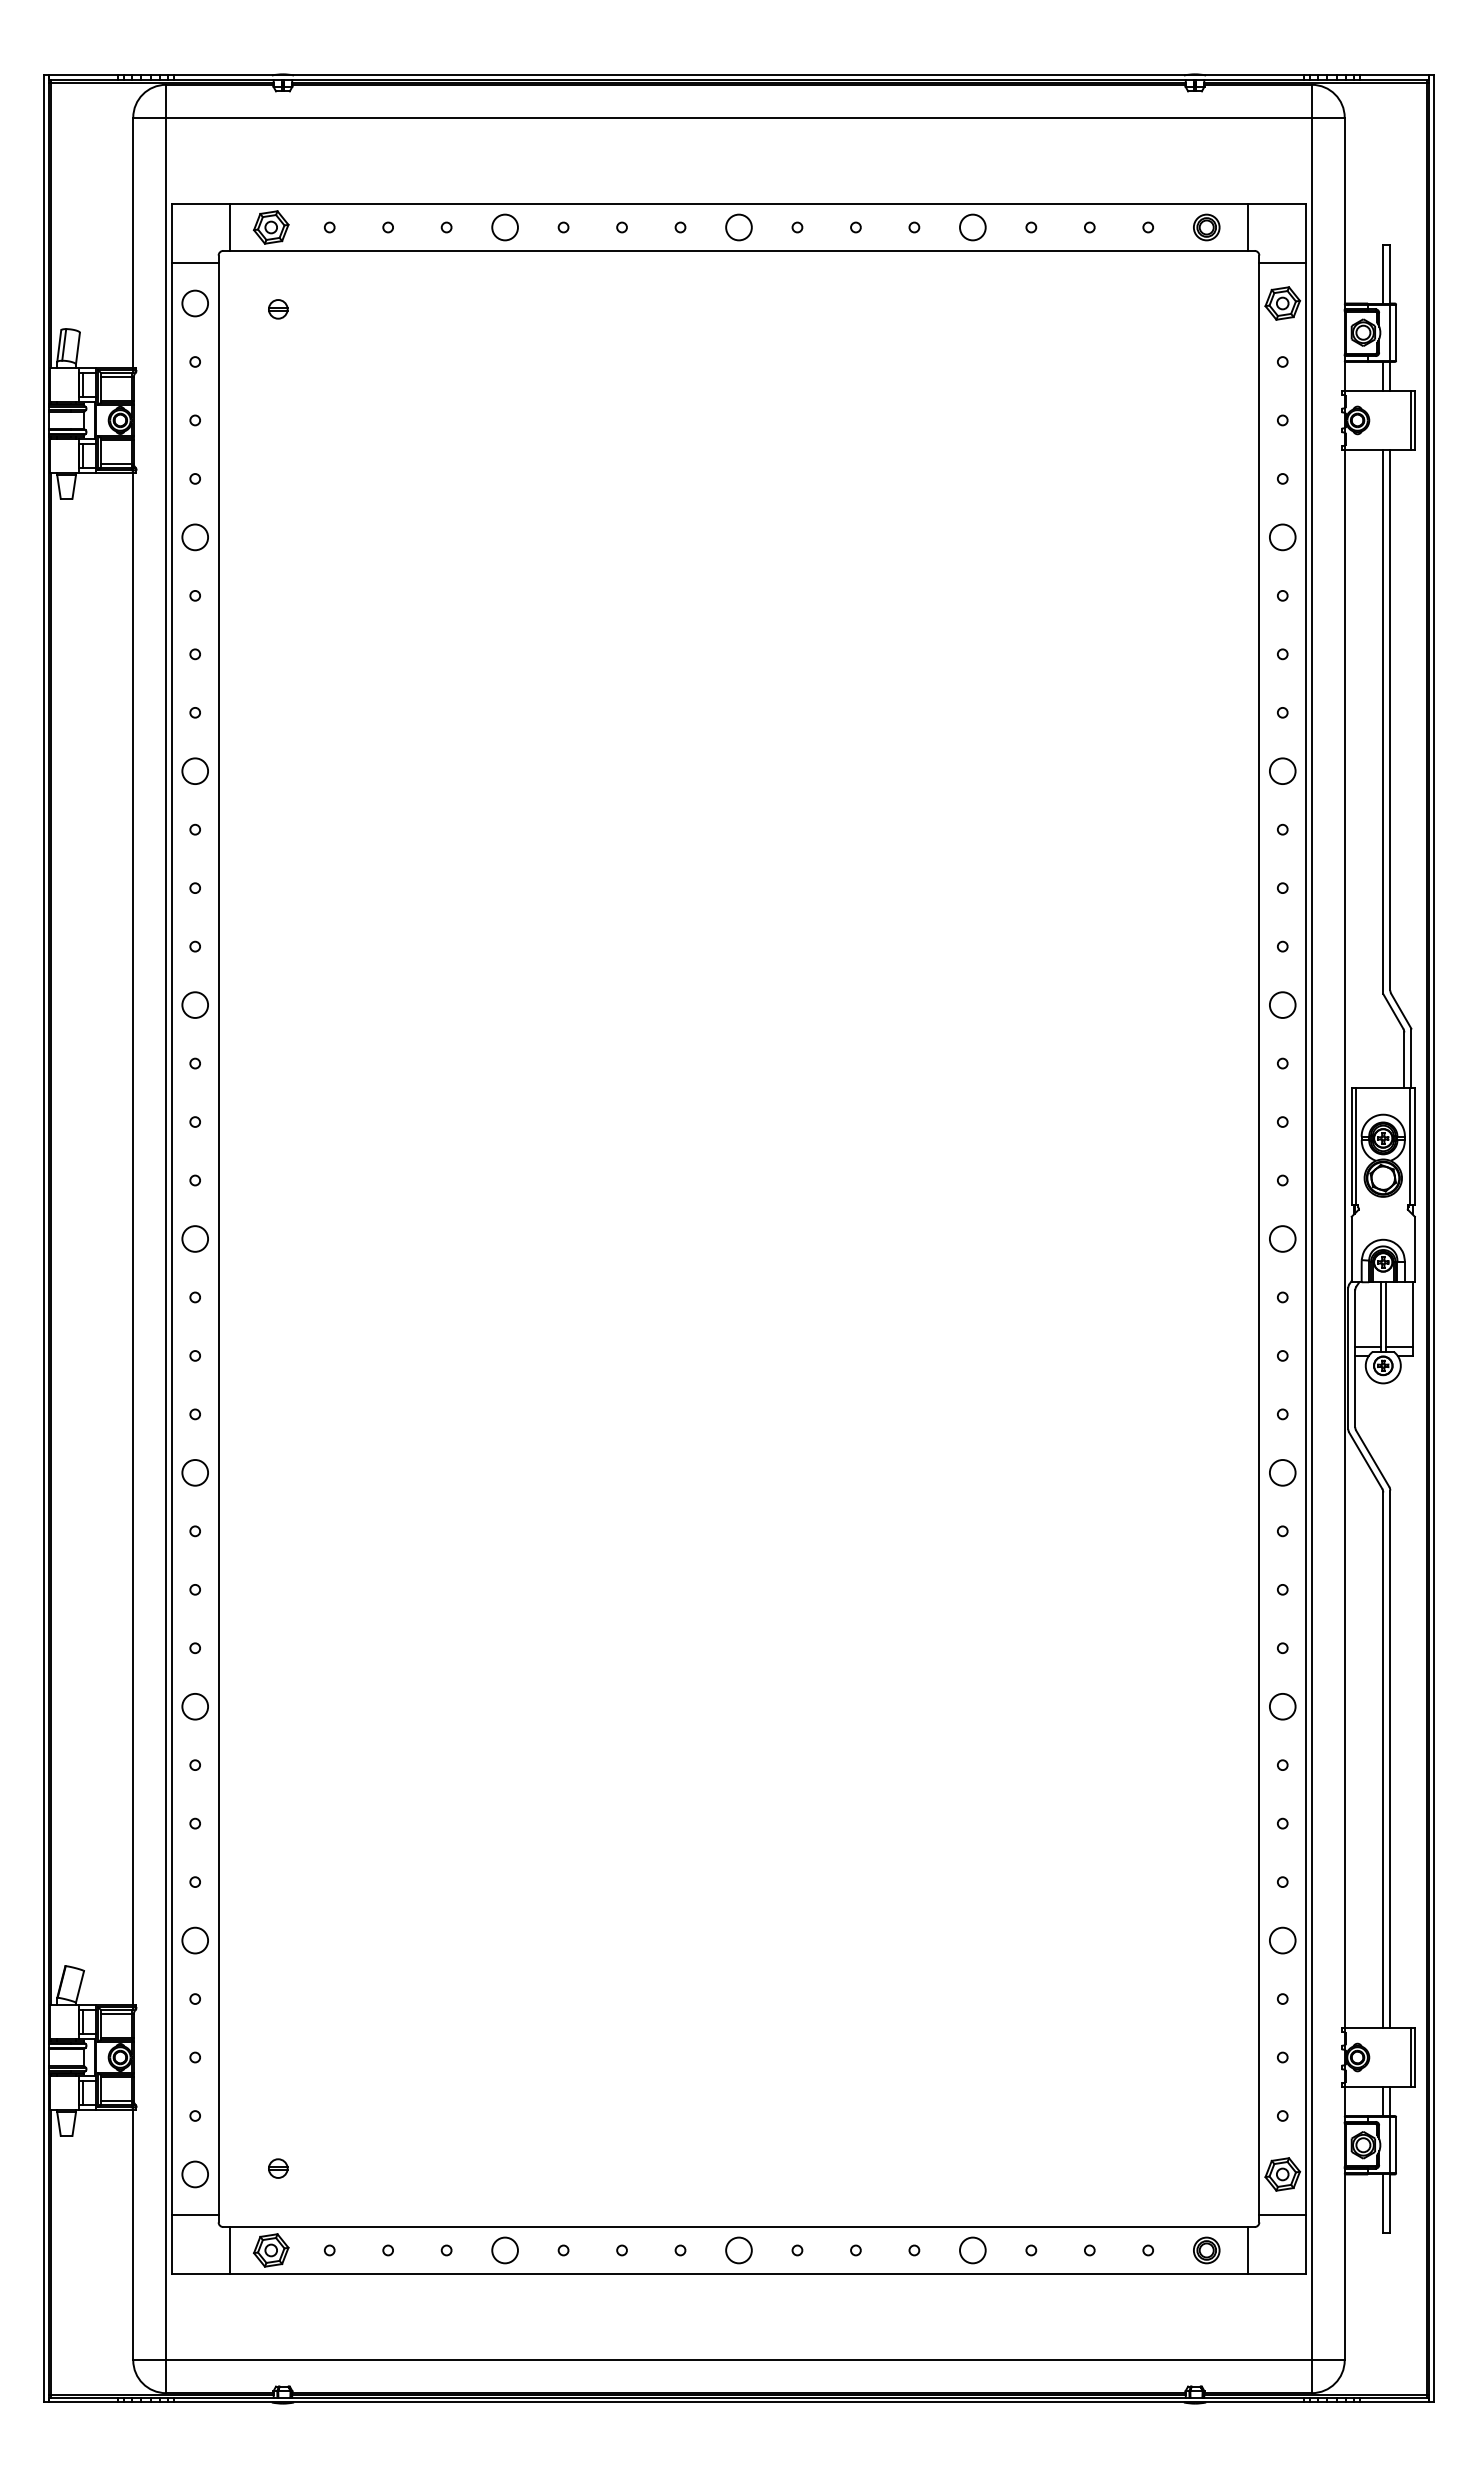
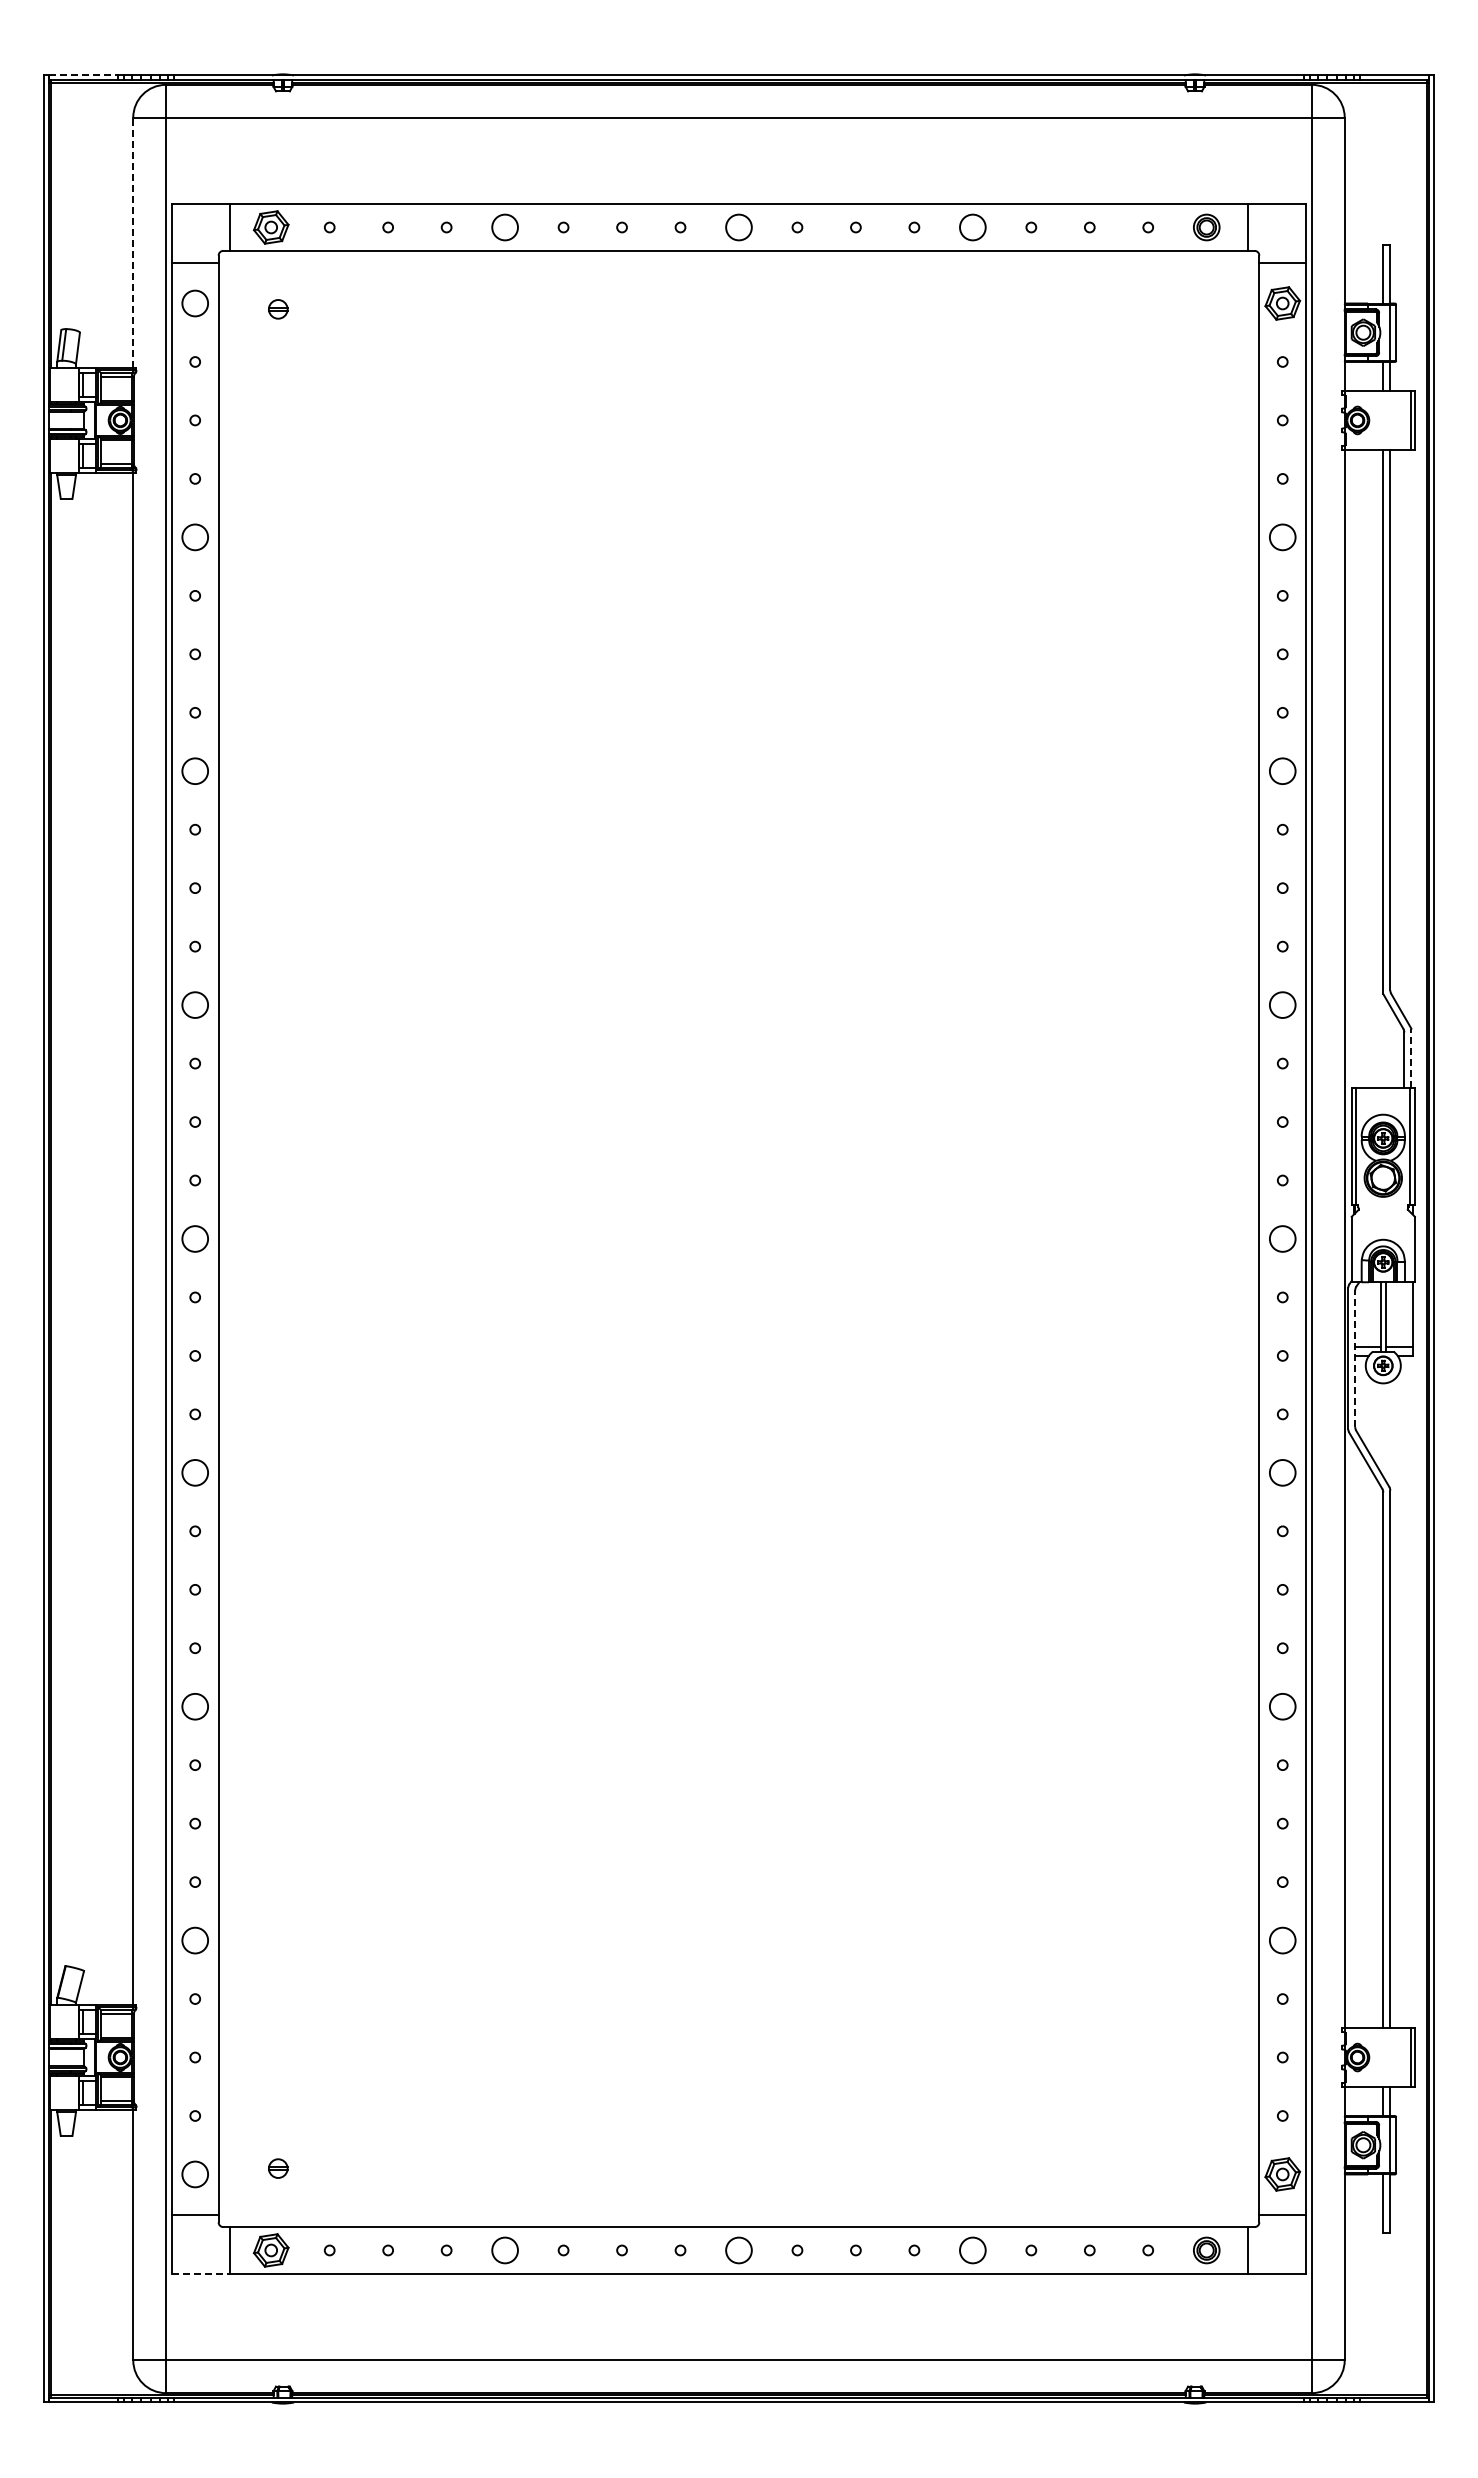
line at (84, 75): solid -> dashed
line at (133, 242): solid -> dashed
line at (1411, 1058): solid -> dashed
line at (1355, 1358): solid -> dashed
line at (201, 2273): solid -> dashed
